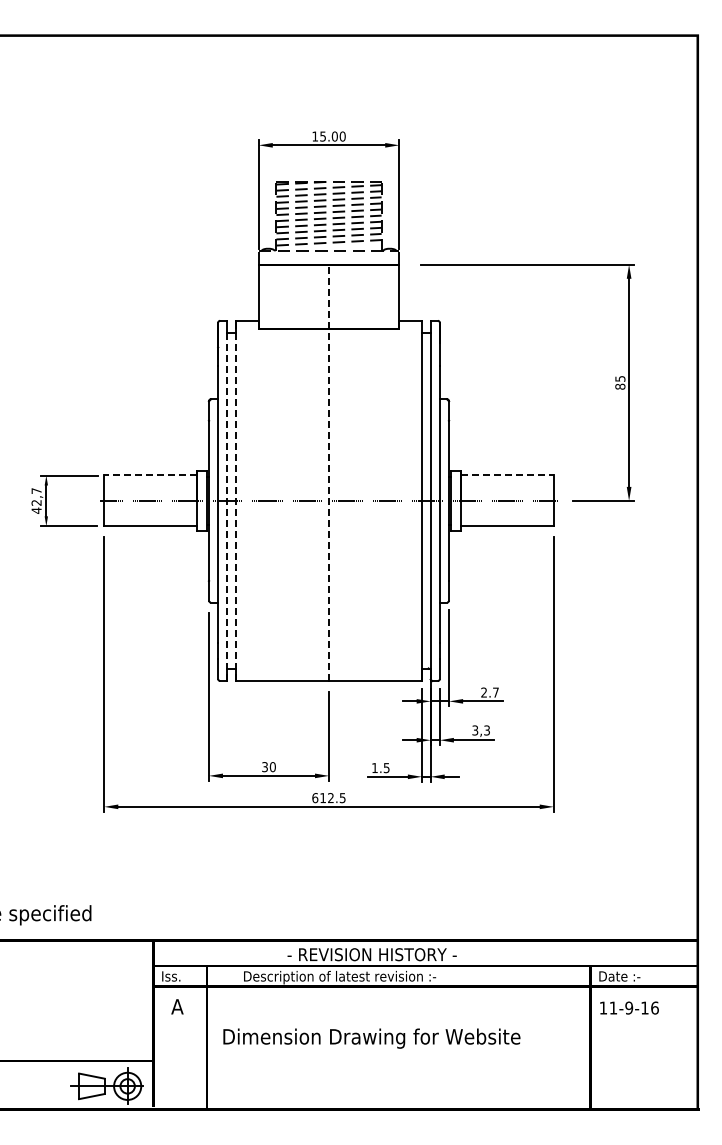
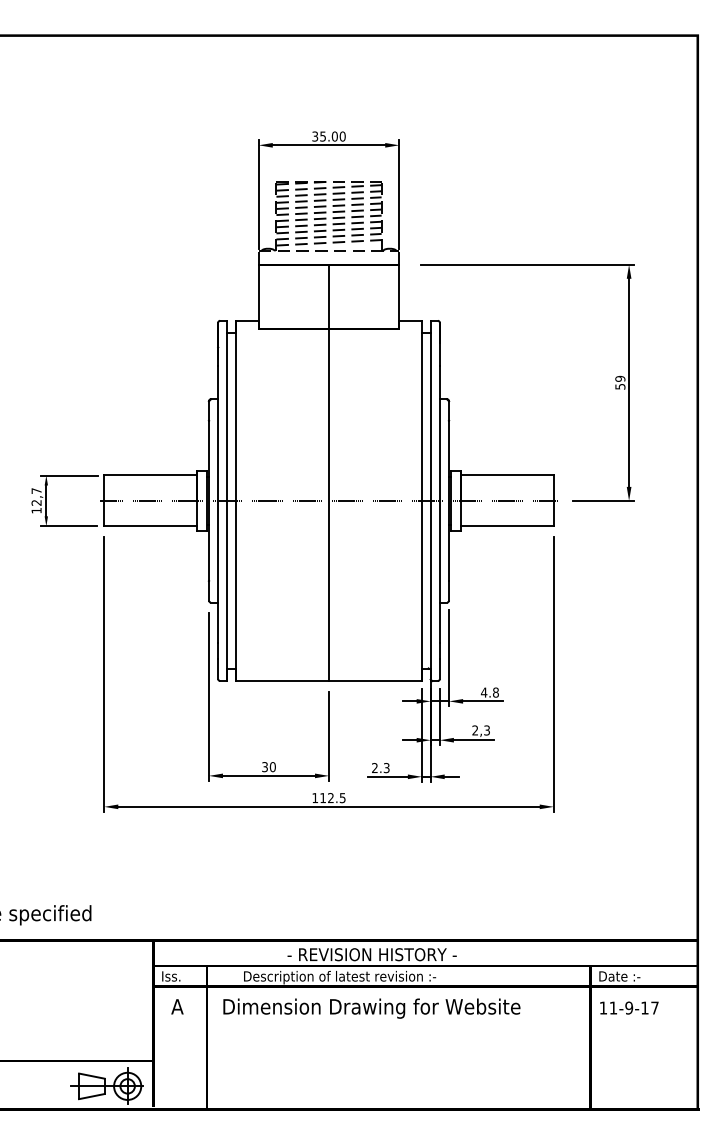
text at (315, 136): 15.00 -> 35.00
text at (620, 382): 85 -> 59
line at (329, 472): dashed -> solid
line at (150, 475): dashed -> solid
line at (507, 475): dashed -> solid
line at (236, 500): dashed -> solid
line at (227, 507): dashed -> solid
text at (36, 510): 42,7 -> 12,7
text at (489, 692): 2.7 -> 4.8
text at (475, 730): 3,3 -> 2,3
text at (380, 767): 1.5 -> 2.3
text at (315, 798): 612.5 -> 112.5
text at (654, 1007): 11-9-16 -> 11-9-17
text at (371, 1038) position: (371, 1038) -> (371, 1008)
